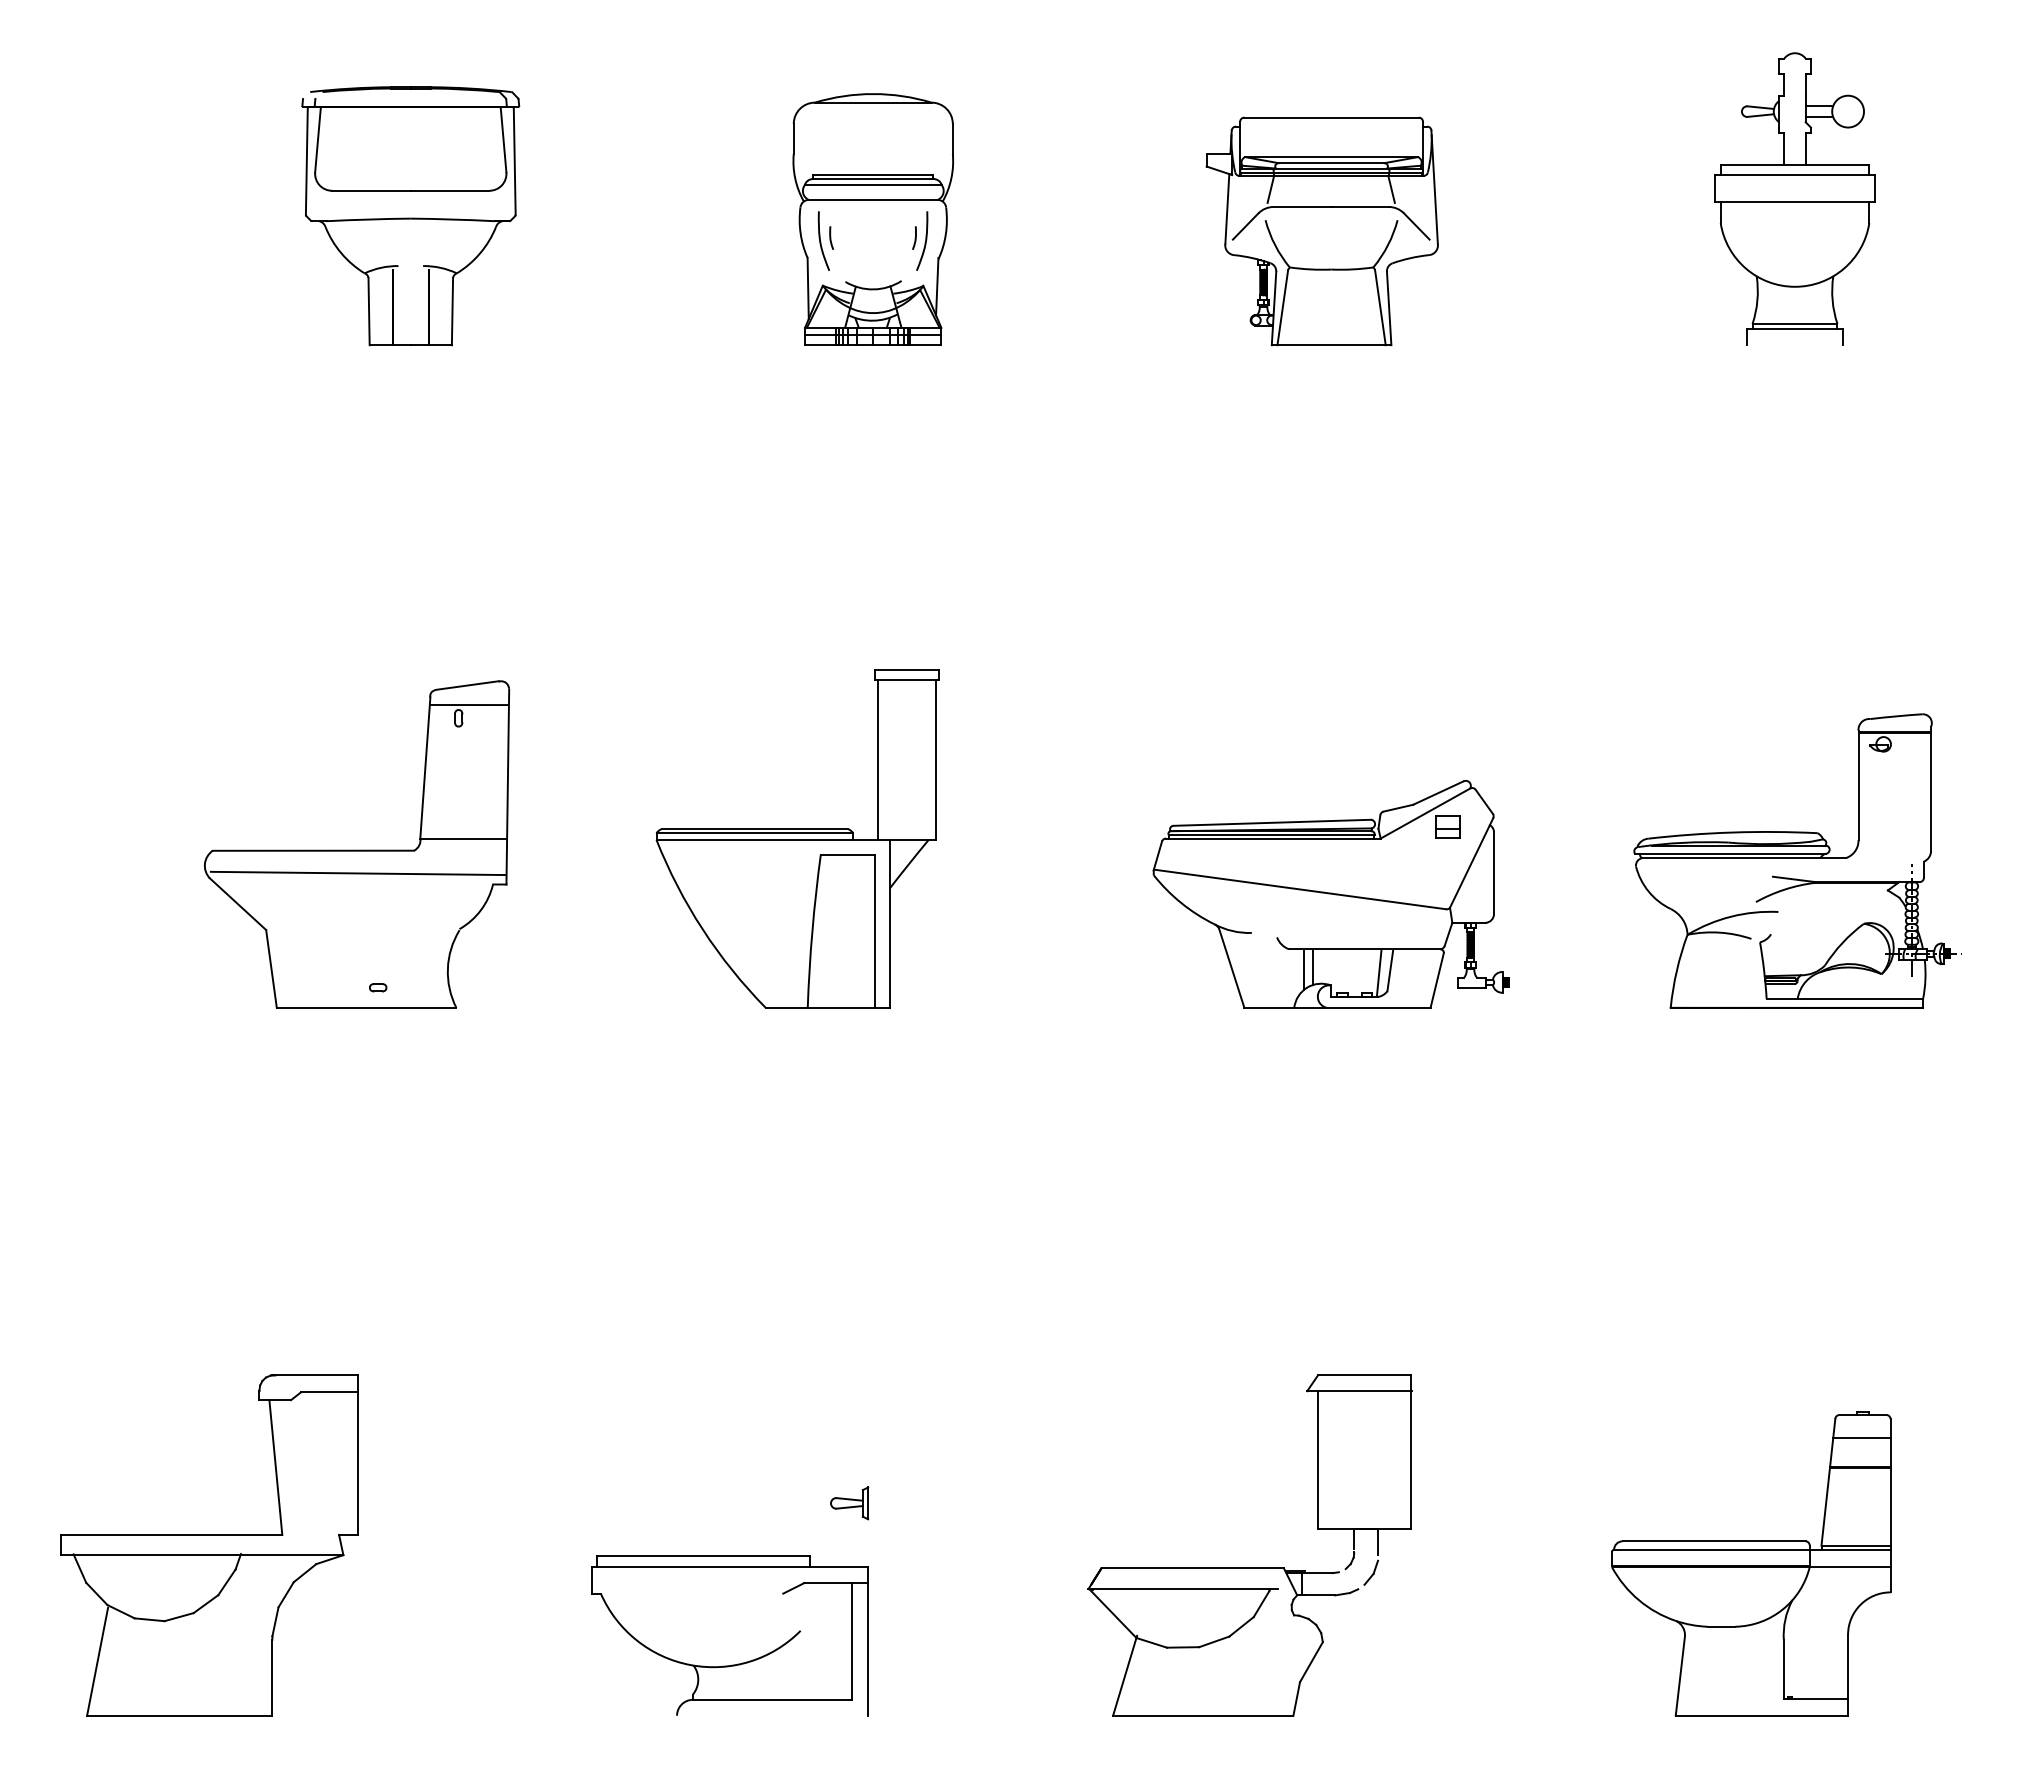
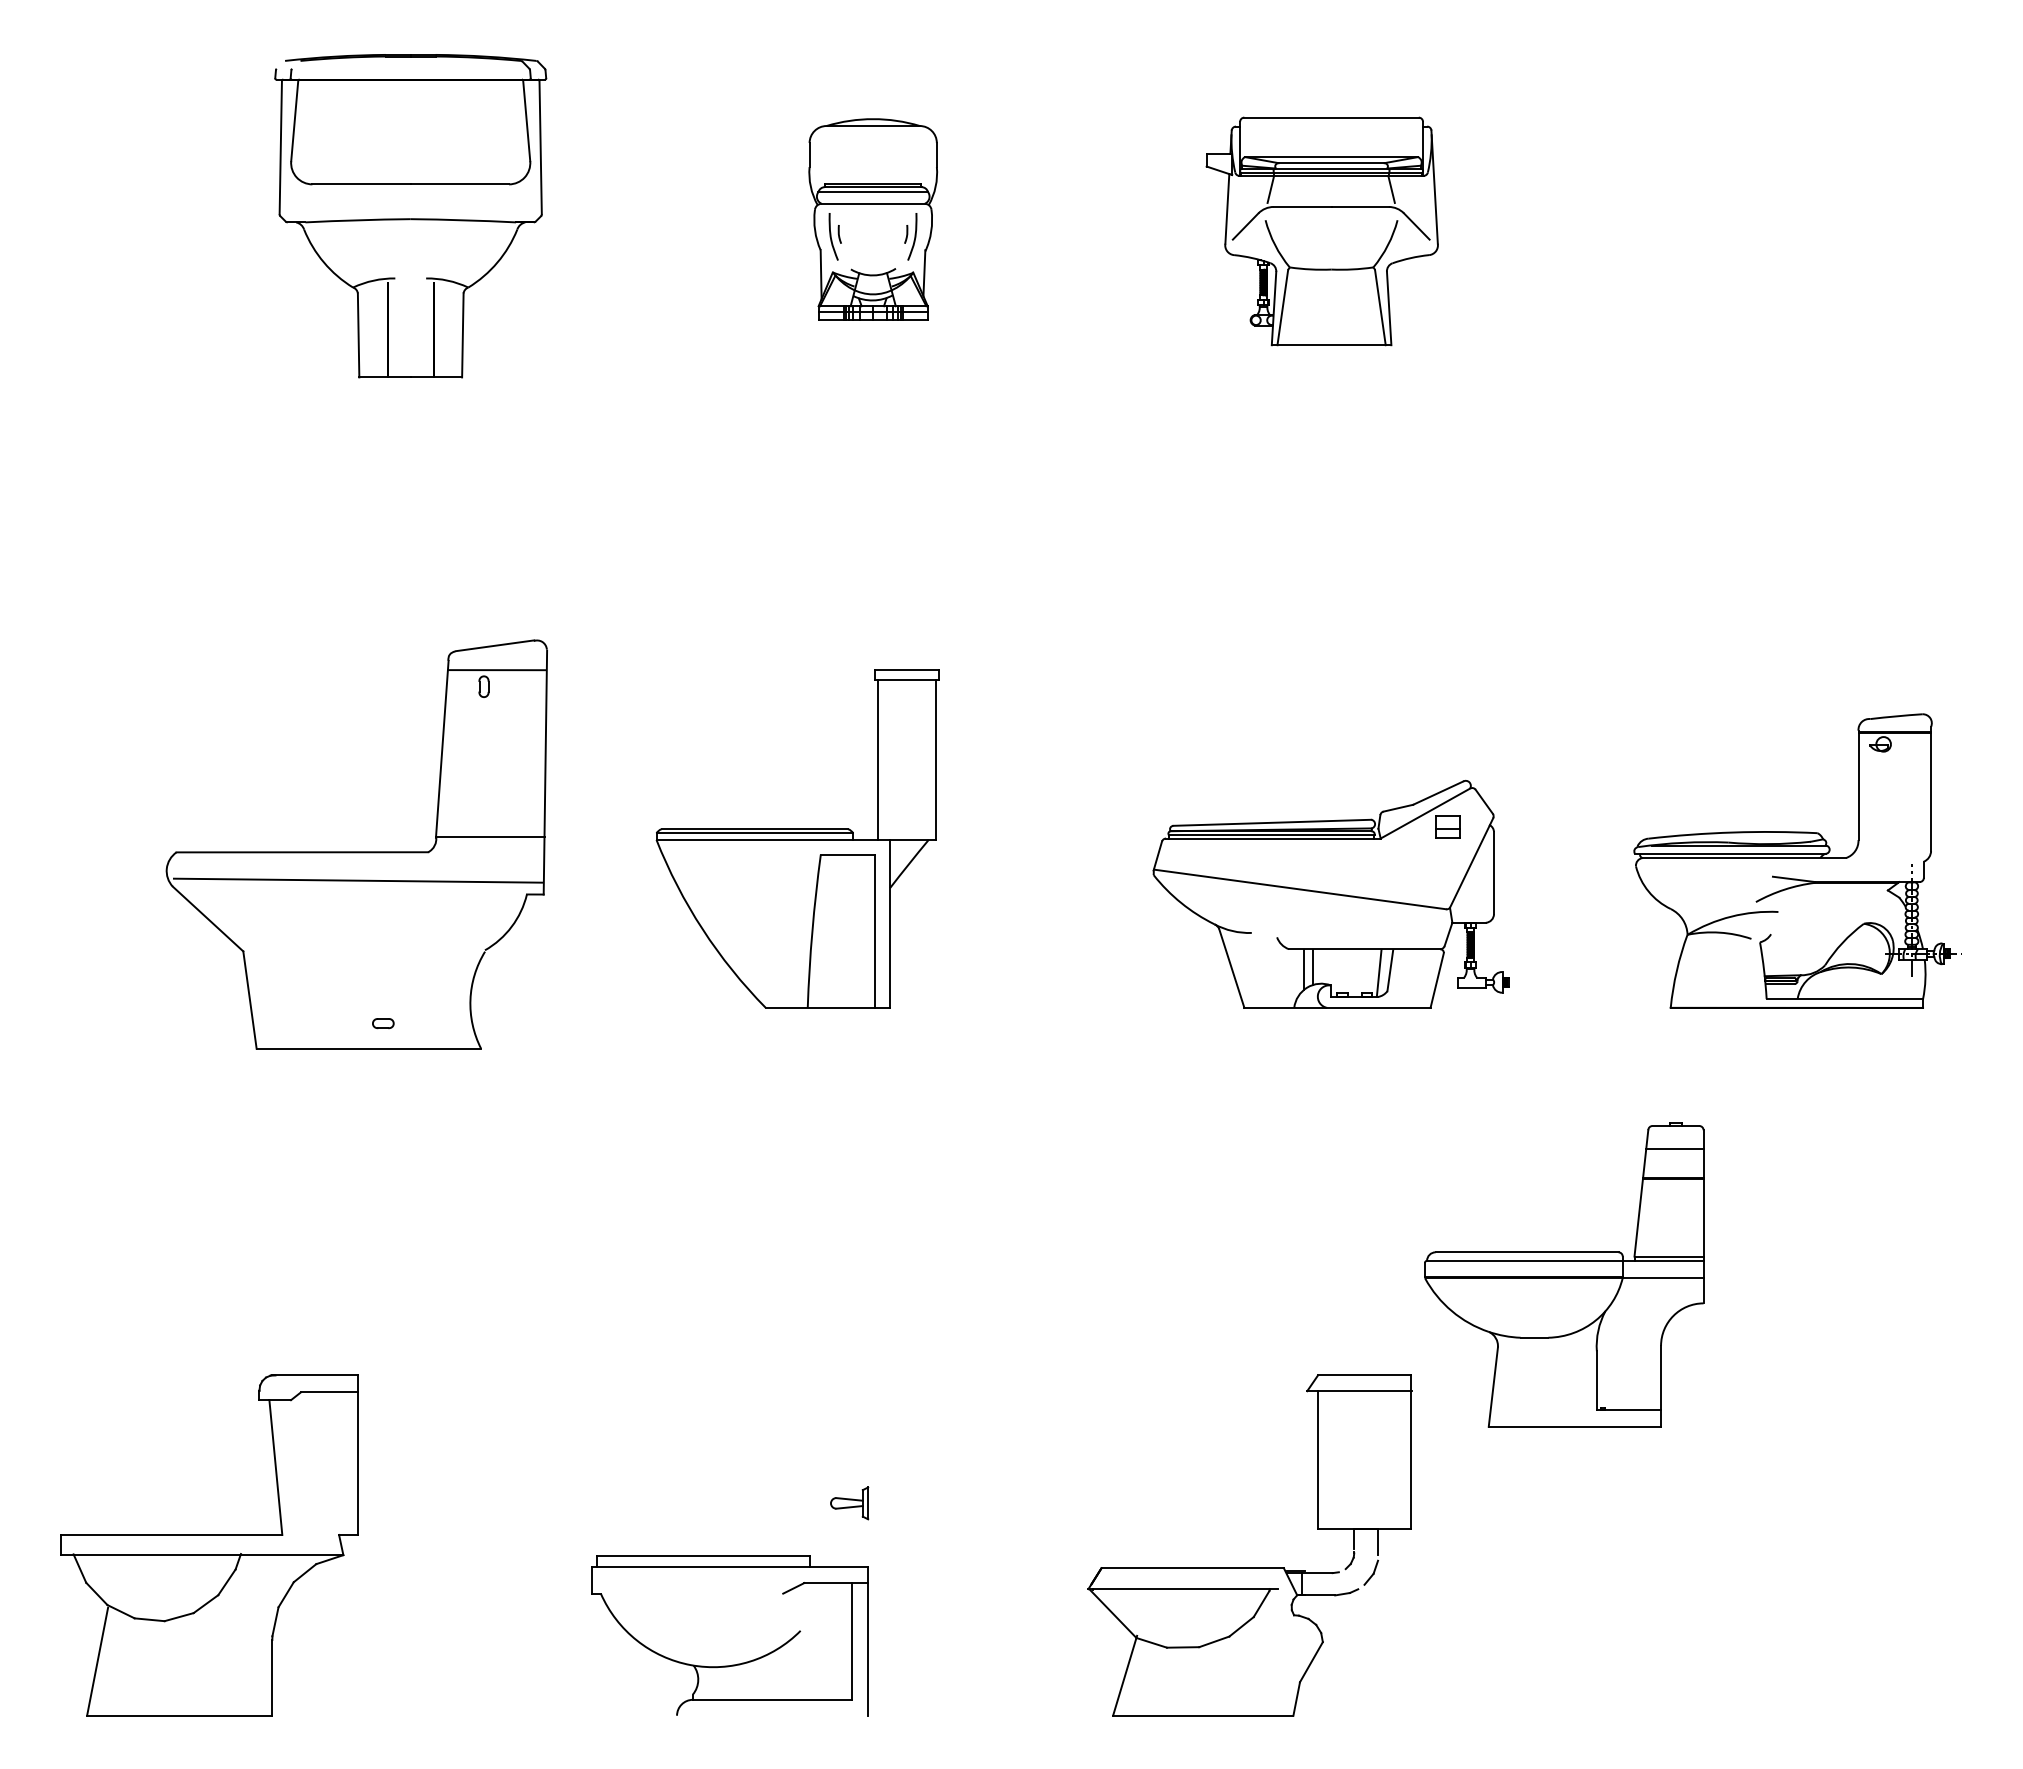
part at (1794, 198): present -> none
part at (410, 216) size: 220x261 px -> 274x325 px
part at (872, 219) size: 162x253 px -> 131x203 px
part at (357, 844) size: 307x329 px -> 383x411 px
part at (1751, 1563) position: (1751, 1563) -> (1564, 1274)
